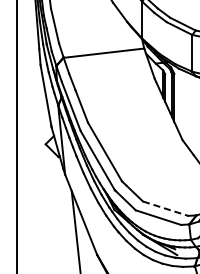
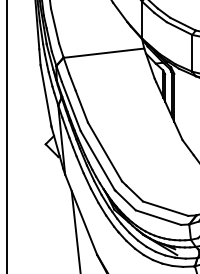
line at (17, 136) position: (17, 136) -> (7, 136)
line at (165, 208): dashed -> solid
